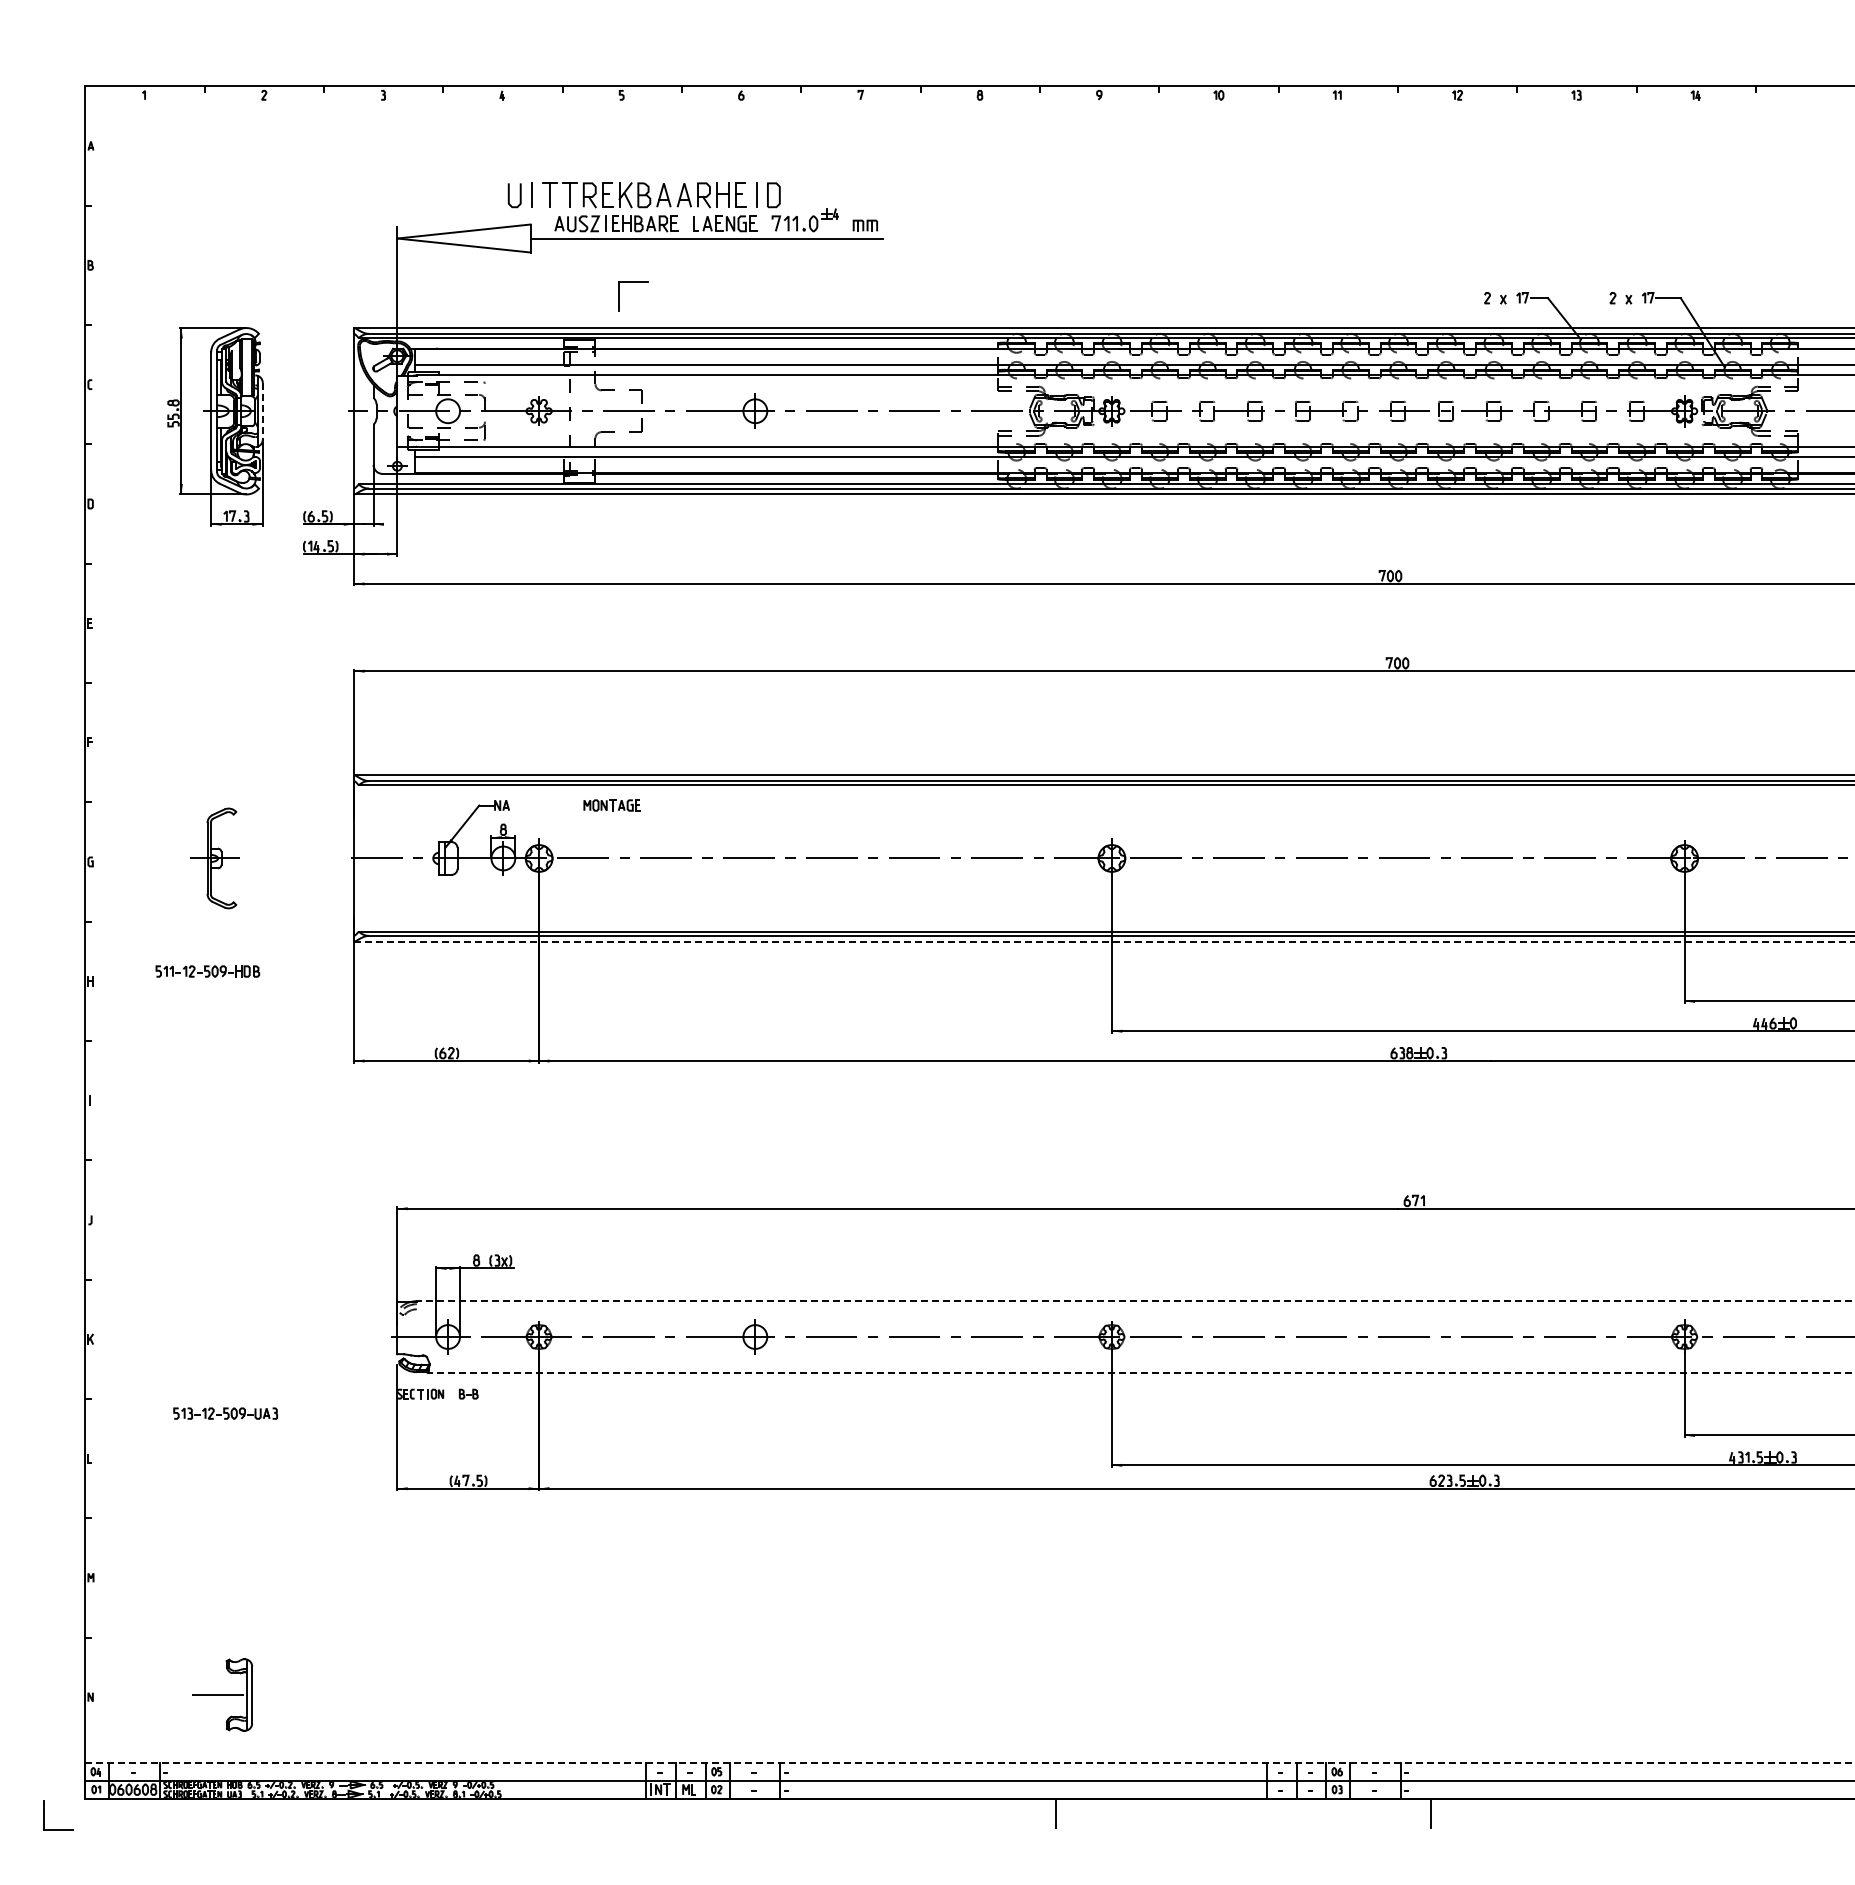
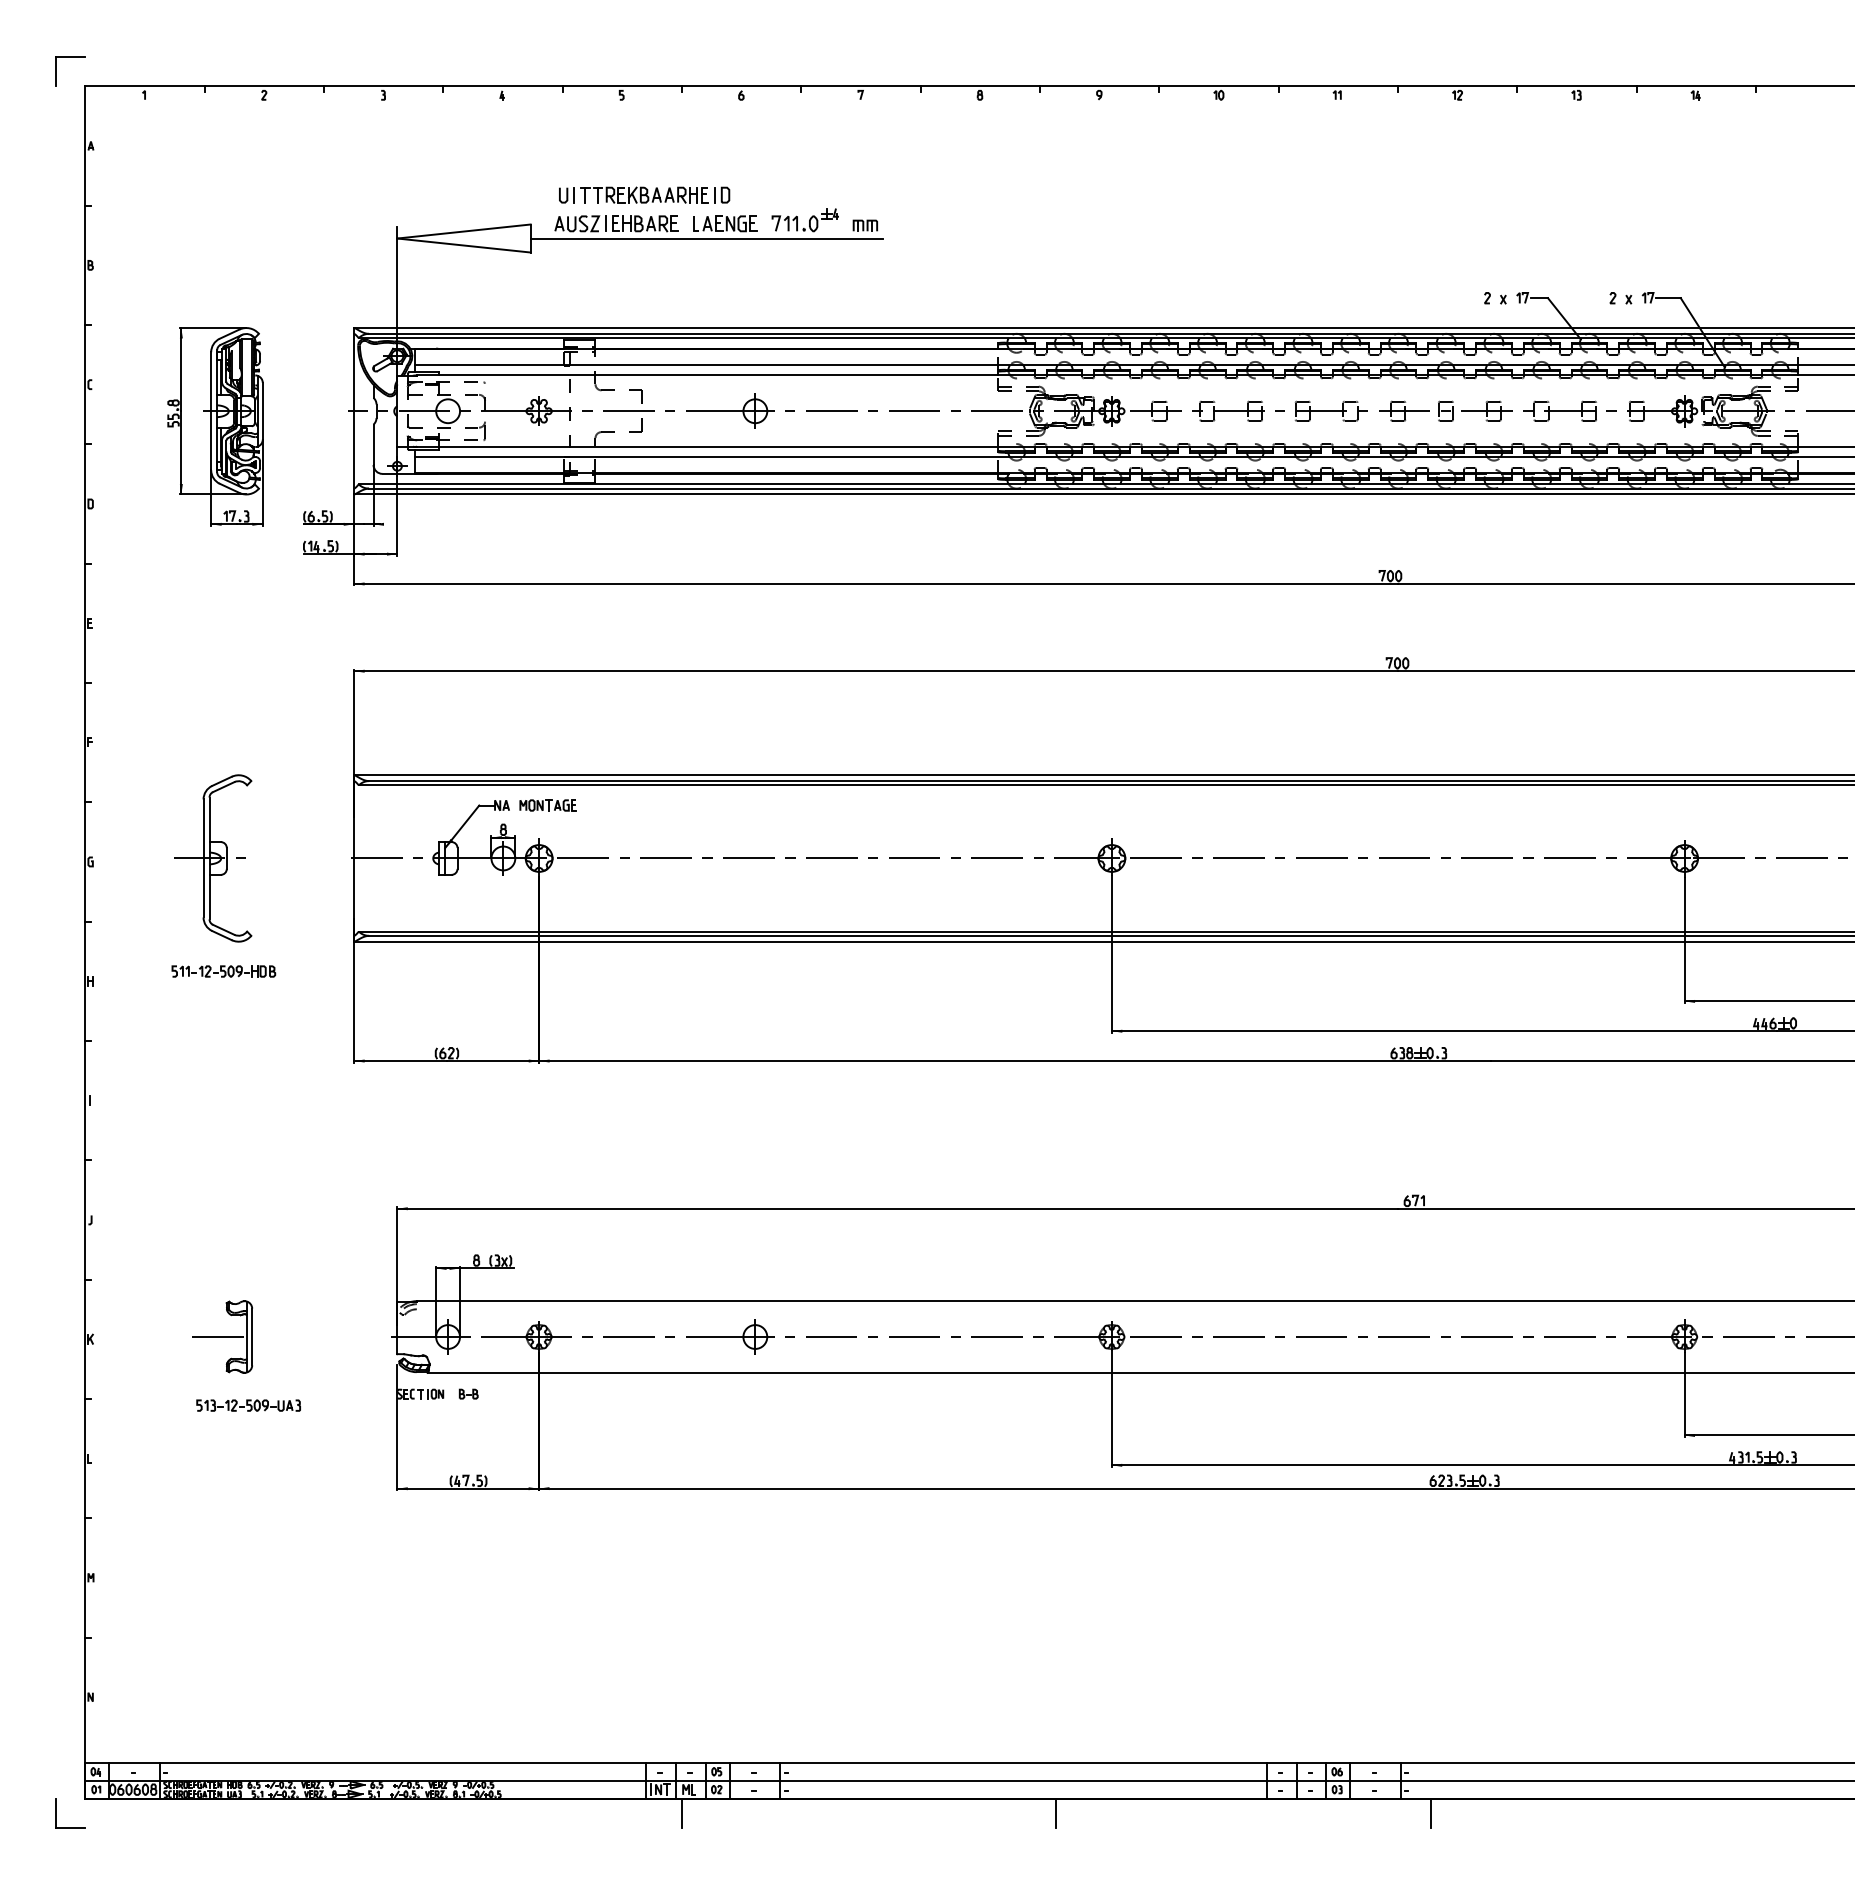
part at (643, 195) size: 274x27 px -> 172x18 px
part at (633, 282) position: (633, 282) -> (70, 57)
line at (262, 411): dashed -> solid
part at (611, 805) position: (611, 805) -> (547, 805)
part at (214, 858) size: 50x103 px -> 79x169 px
line at (1104, 941): dashed -> solid
part at (207, 971) position: (207, 971) -> (223, 971)
line at (1135, 1301): dashed -> solid
line at (1140, 1372): dashed -> solid
part at (225, 1413) position: (225, 1413) -> (248, 1405)
part at (222, 1694) position: (222, 1694) -> (222, 1336)
line at (970, 1762): dashed -> solid
line at (682, 1813): none -> present
part at (44, 1815) position: (44, 1815) -> (56, 1813)
